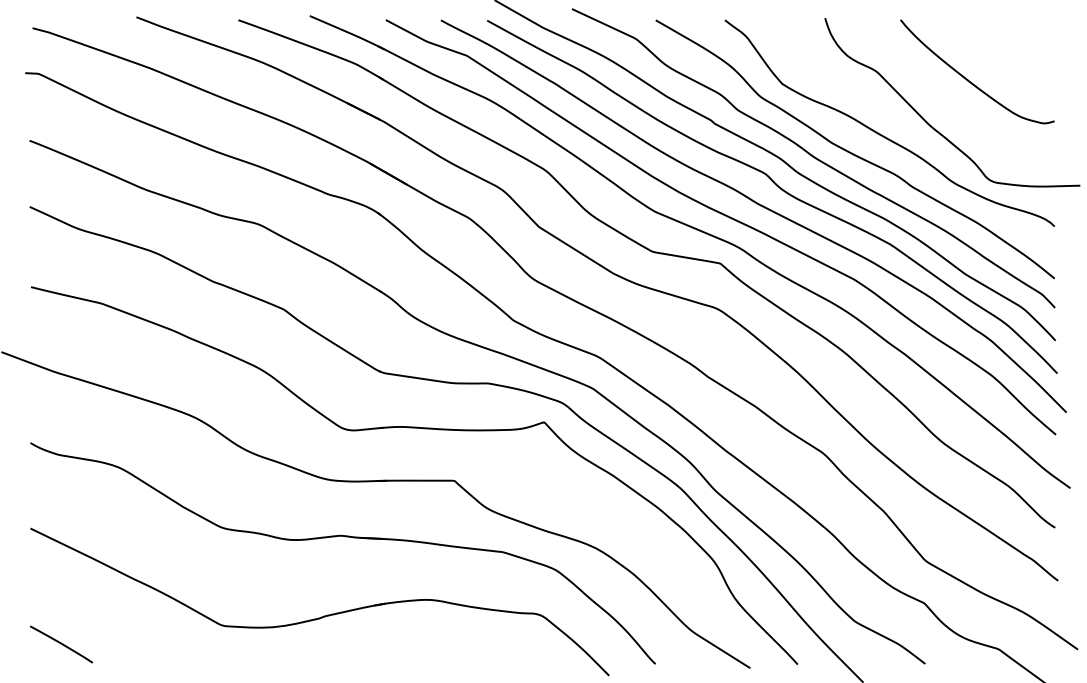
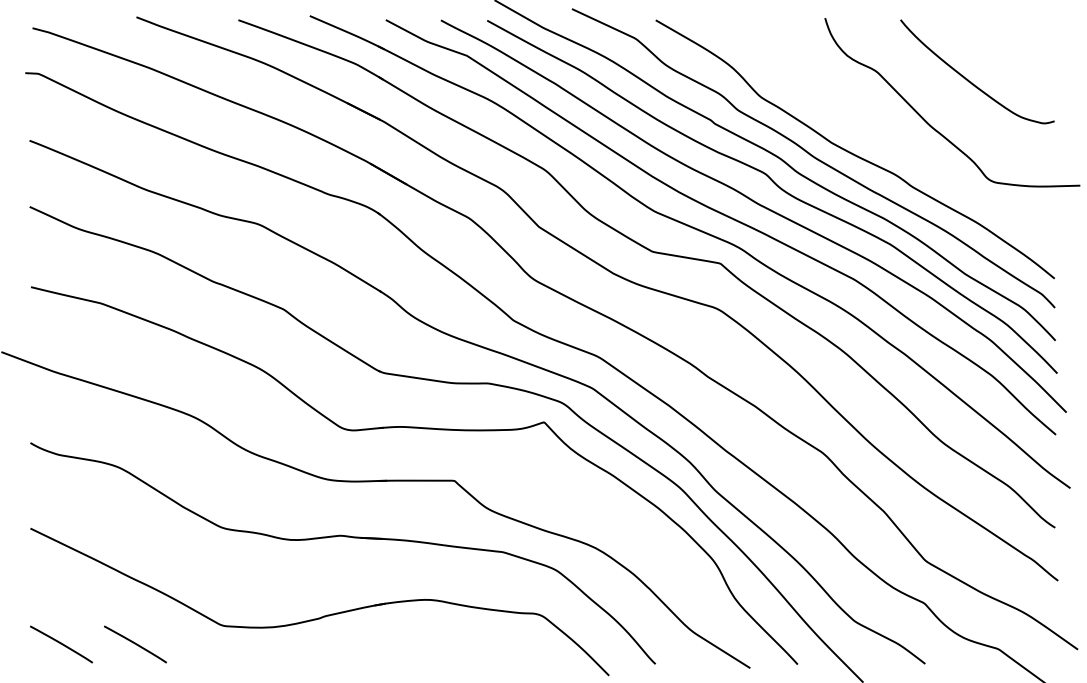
curve at (882, 134): present -> none
line at (135, 644): none -> present
